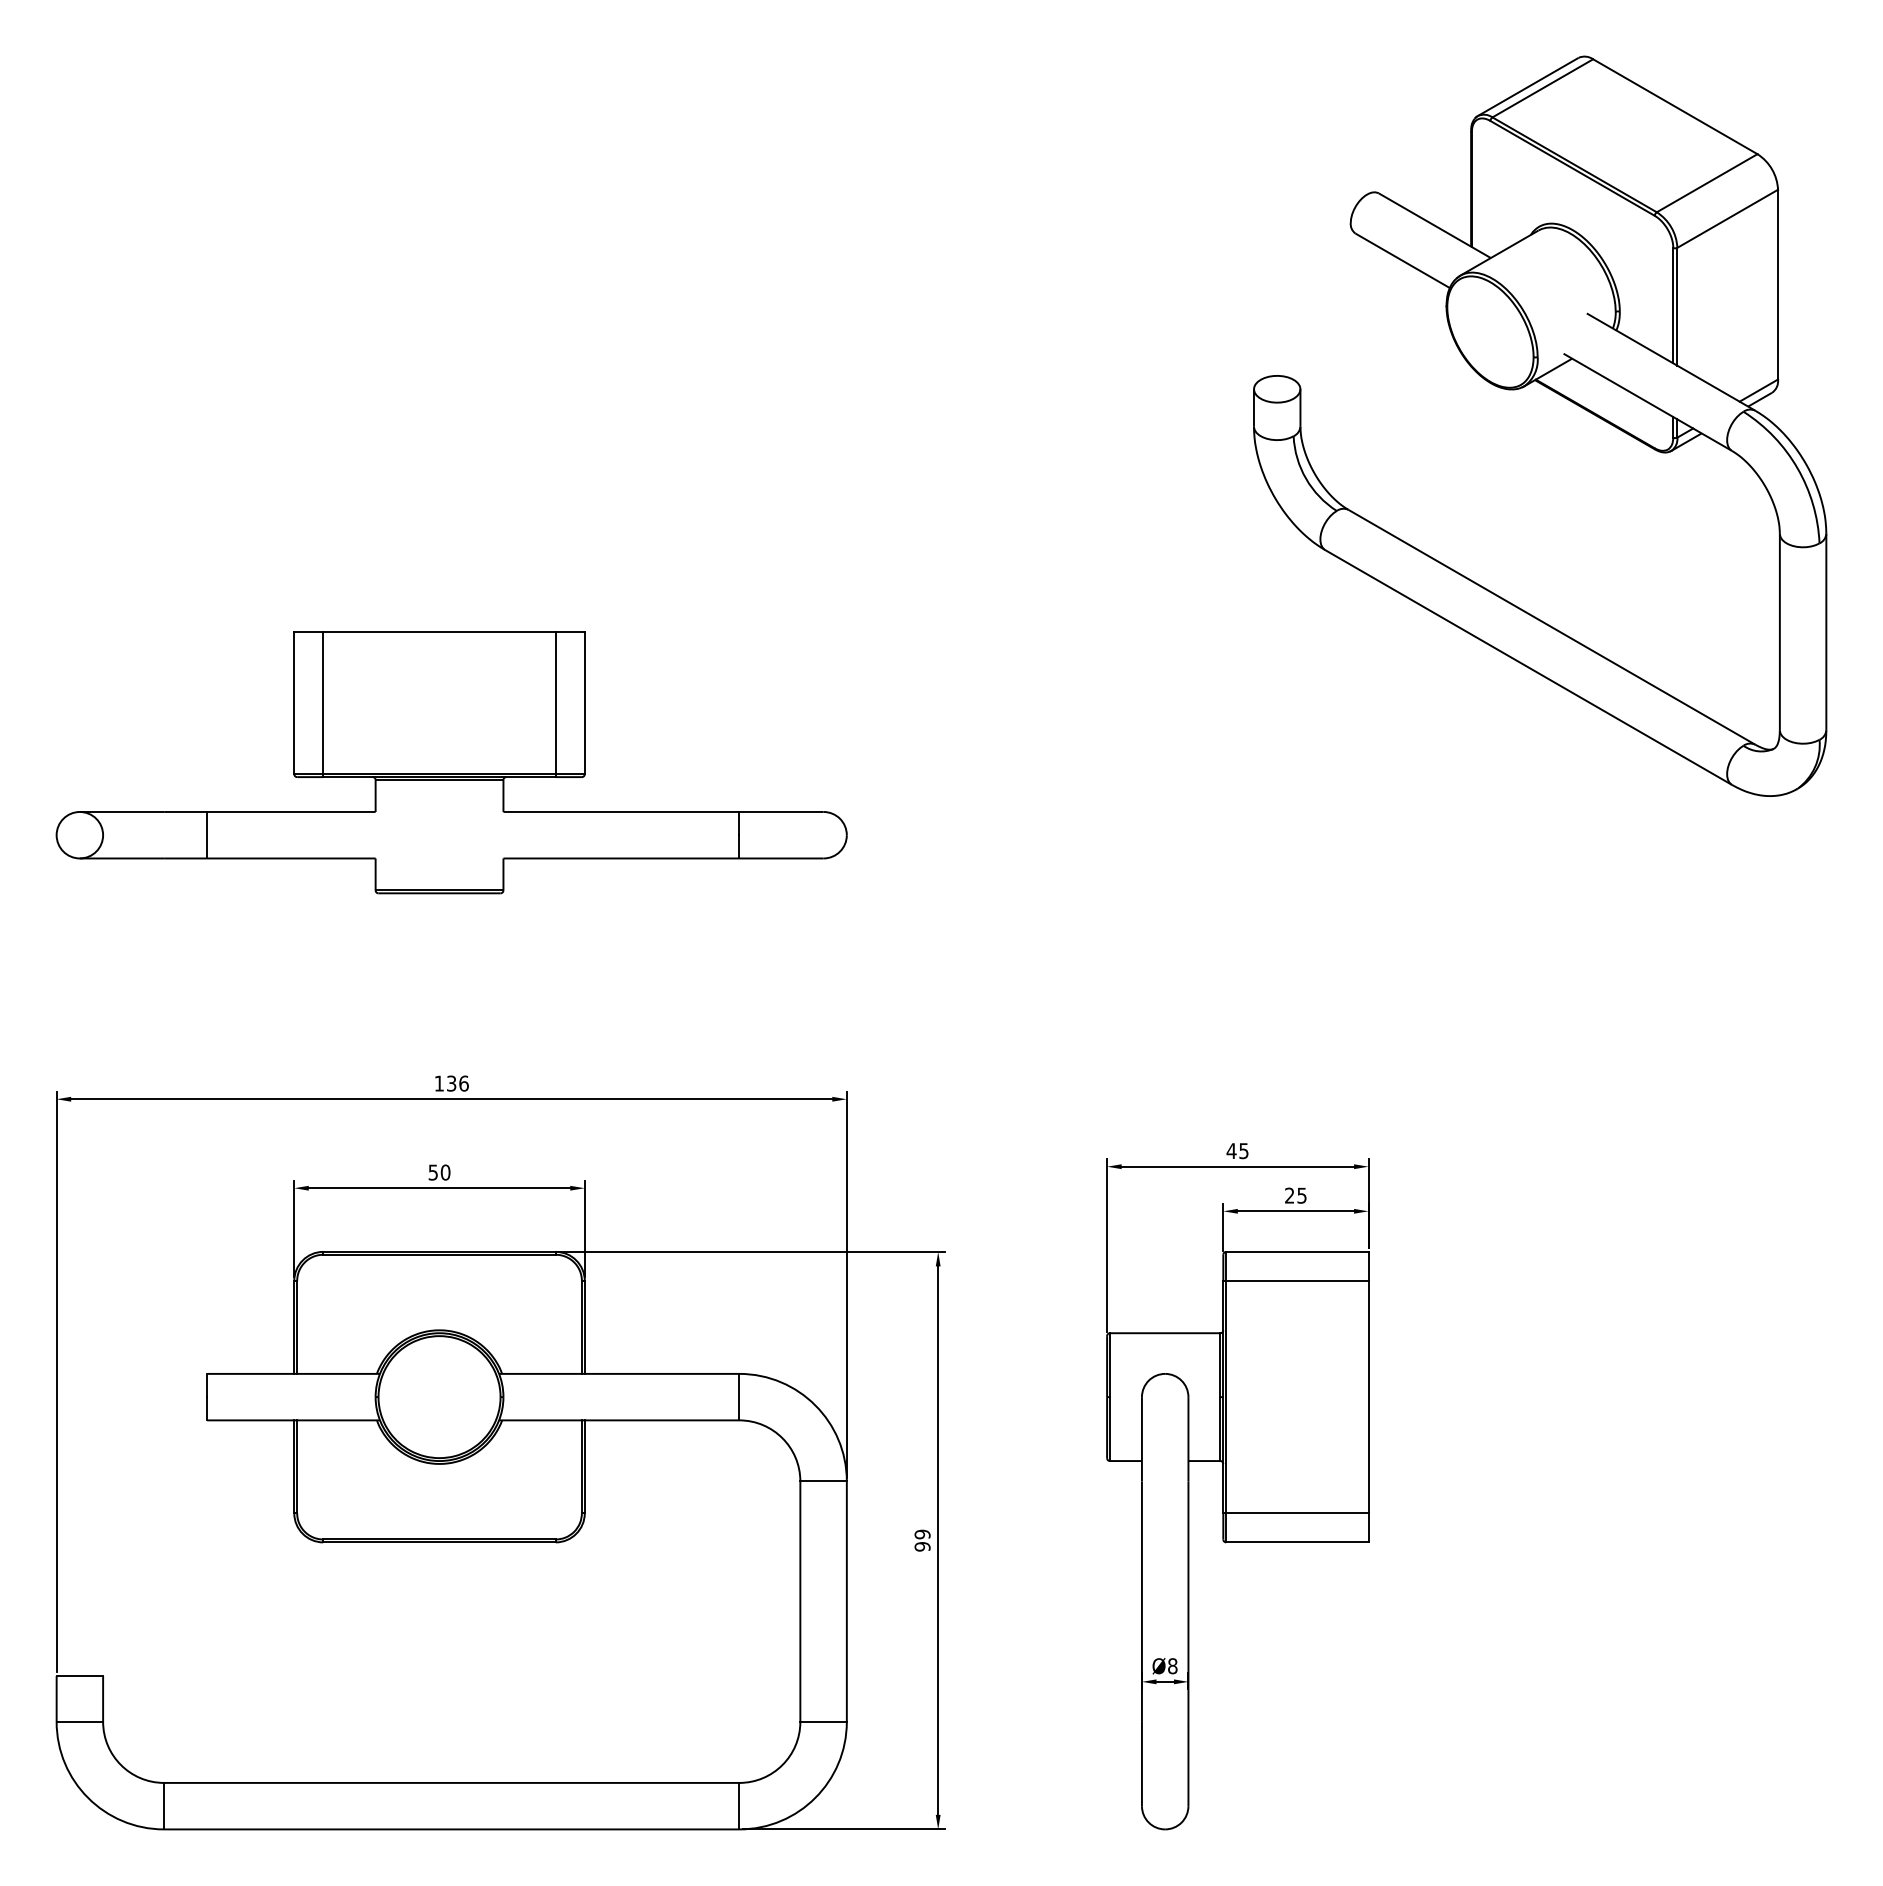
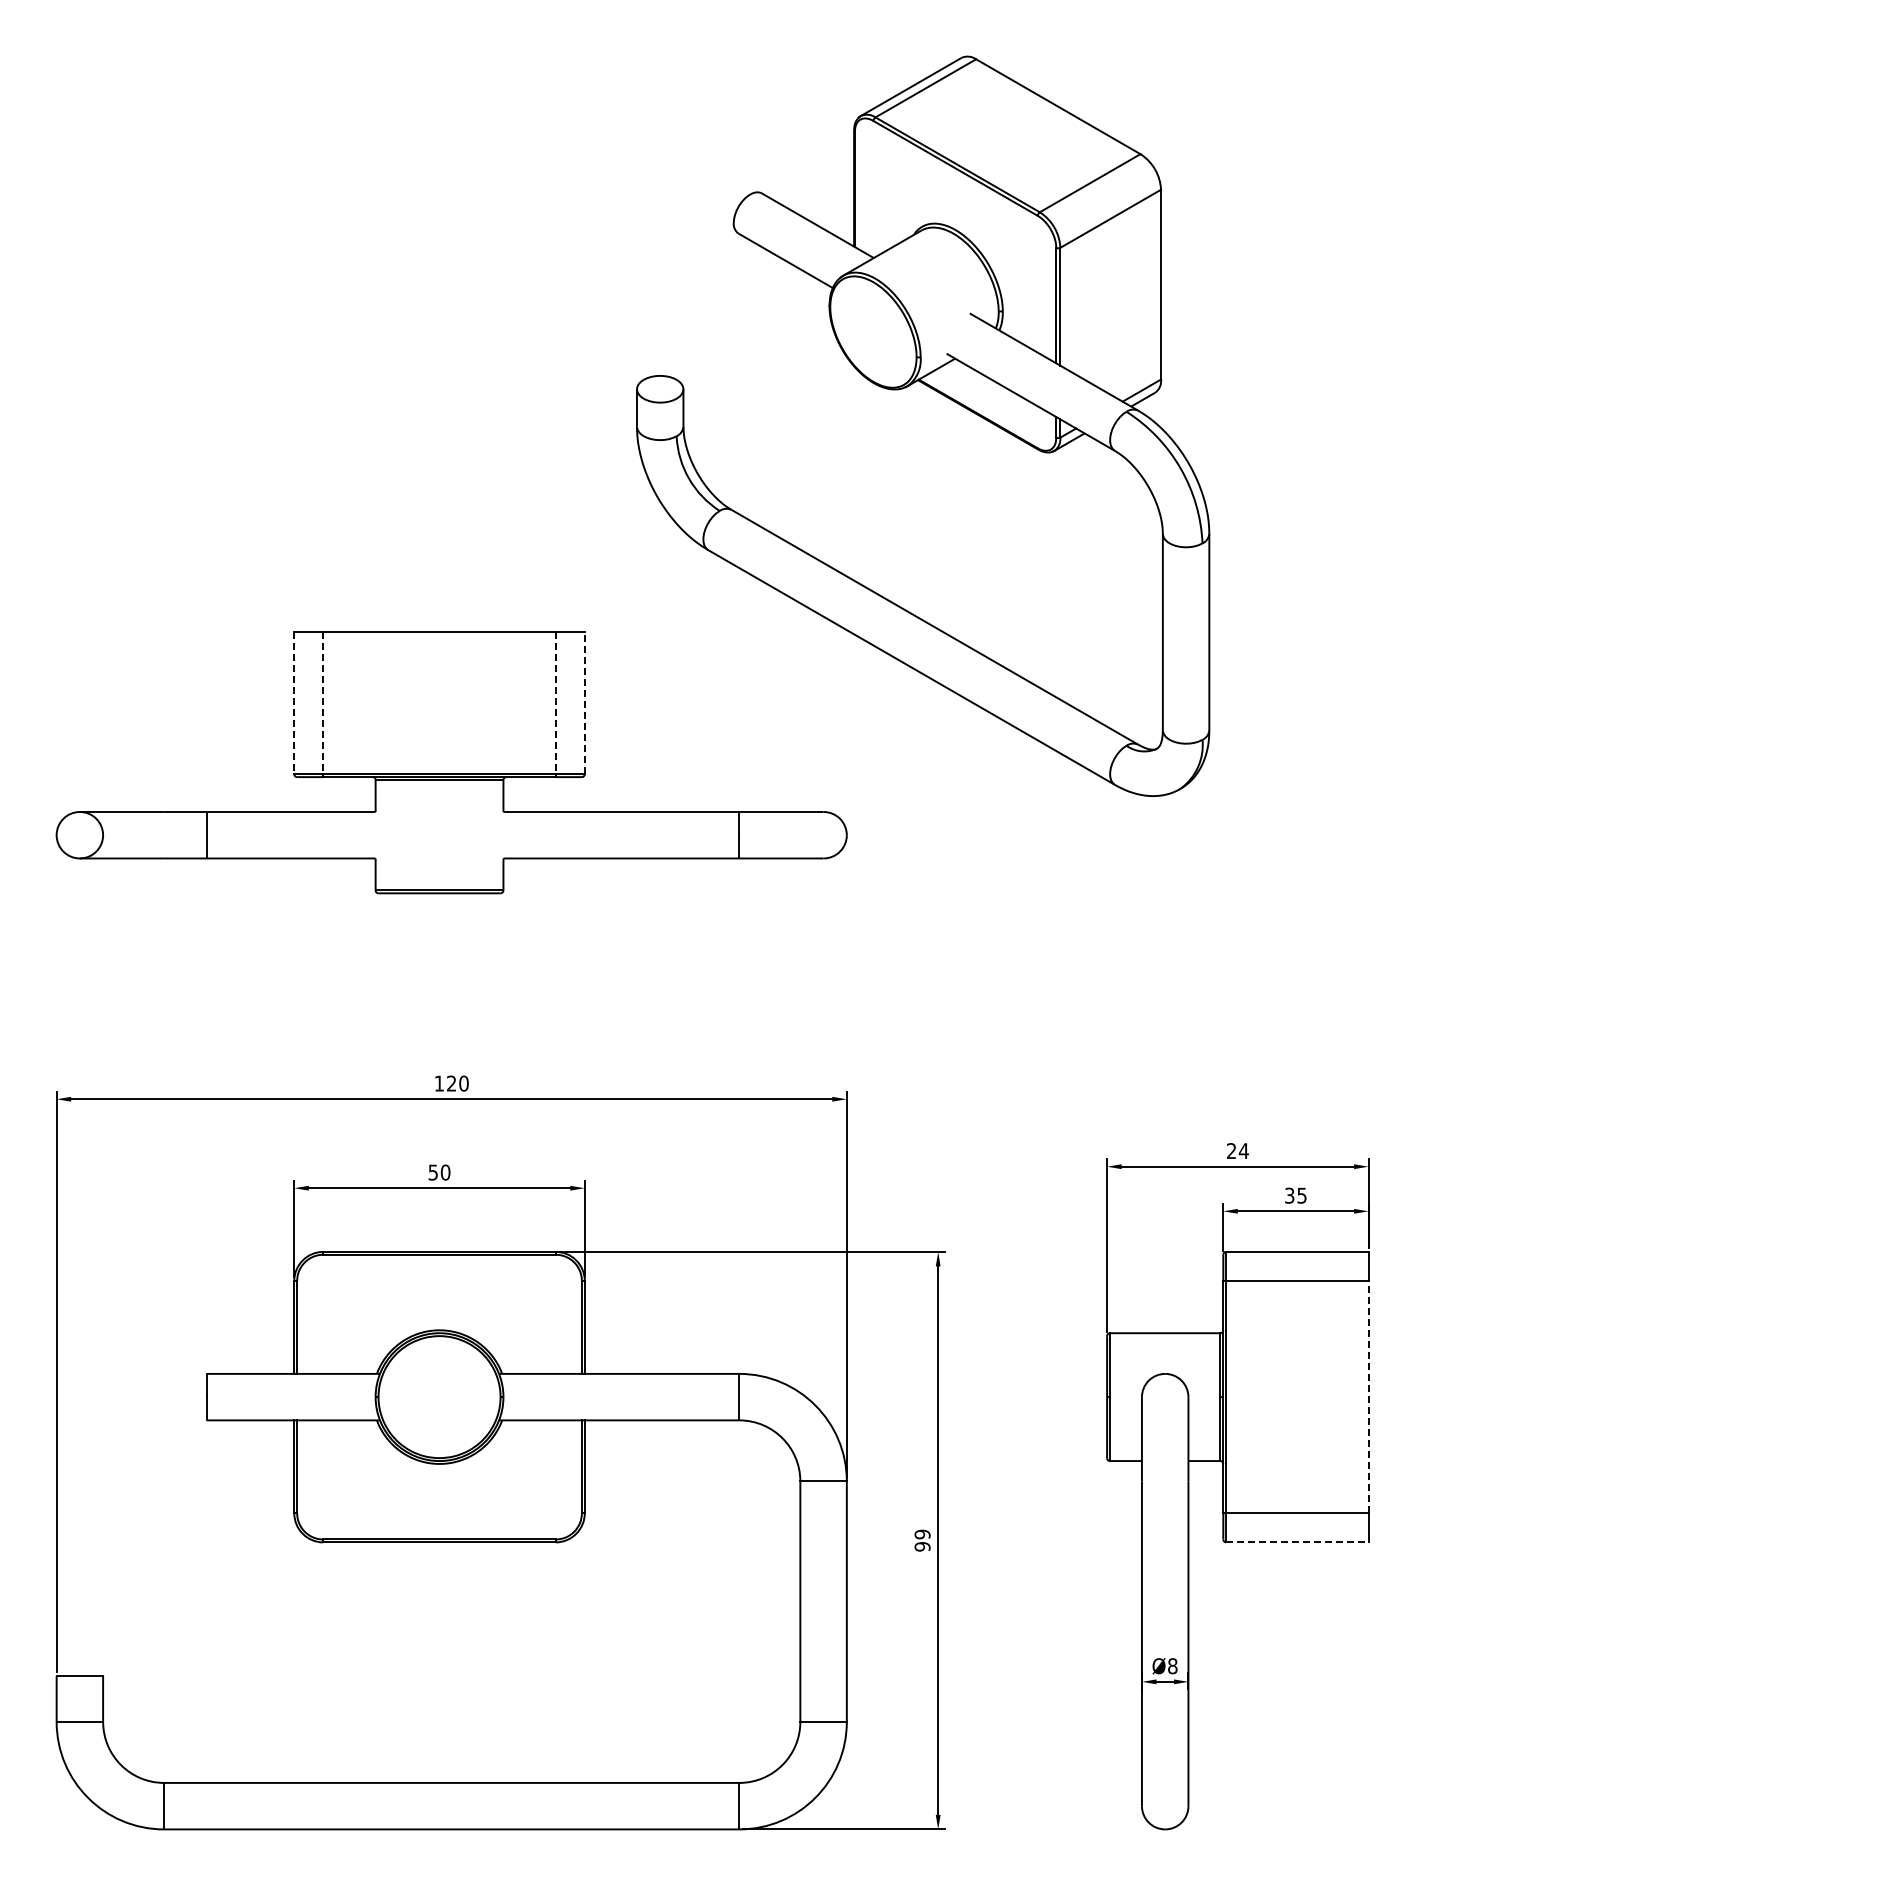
part at (1557, 394) position: (1557, 394) -> (940, 394)
line at (584, 702): solid -> dashed
line at (294, 703): solid -> dashed
line at (323, 703): solid -> dashed
line at (555, 703): solid -> dashed
text at (457, 1083): 136 -> 120
text at (1237, 1151): 45 -> 24
text at (1289, 1195): 25 -> 35
line at (1368, 1396): solid -> dashed
line at (1297, 1542): solid -> dashed
